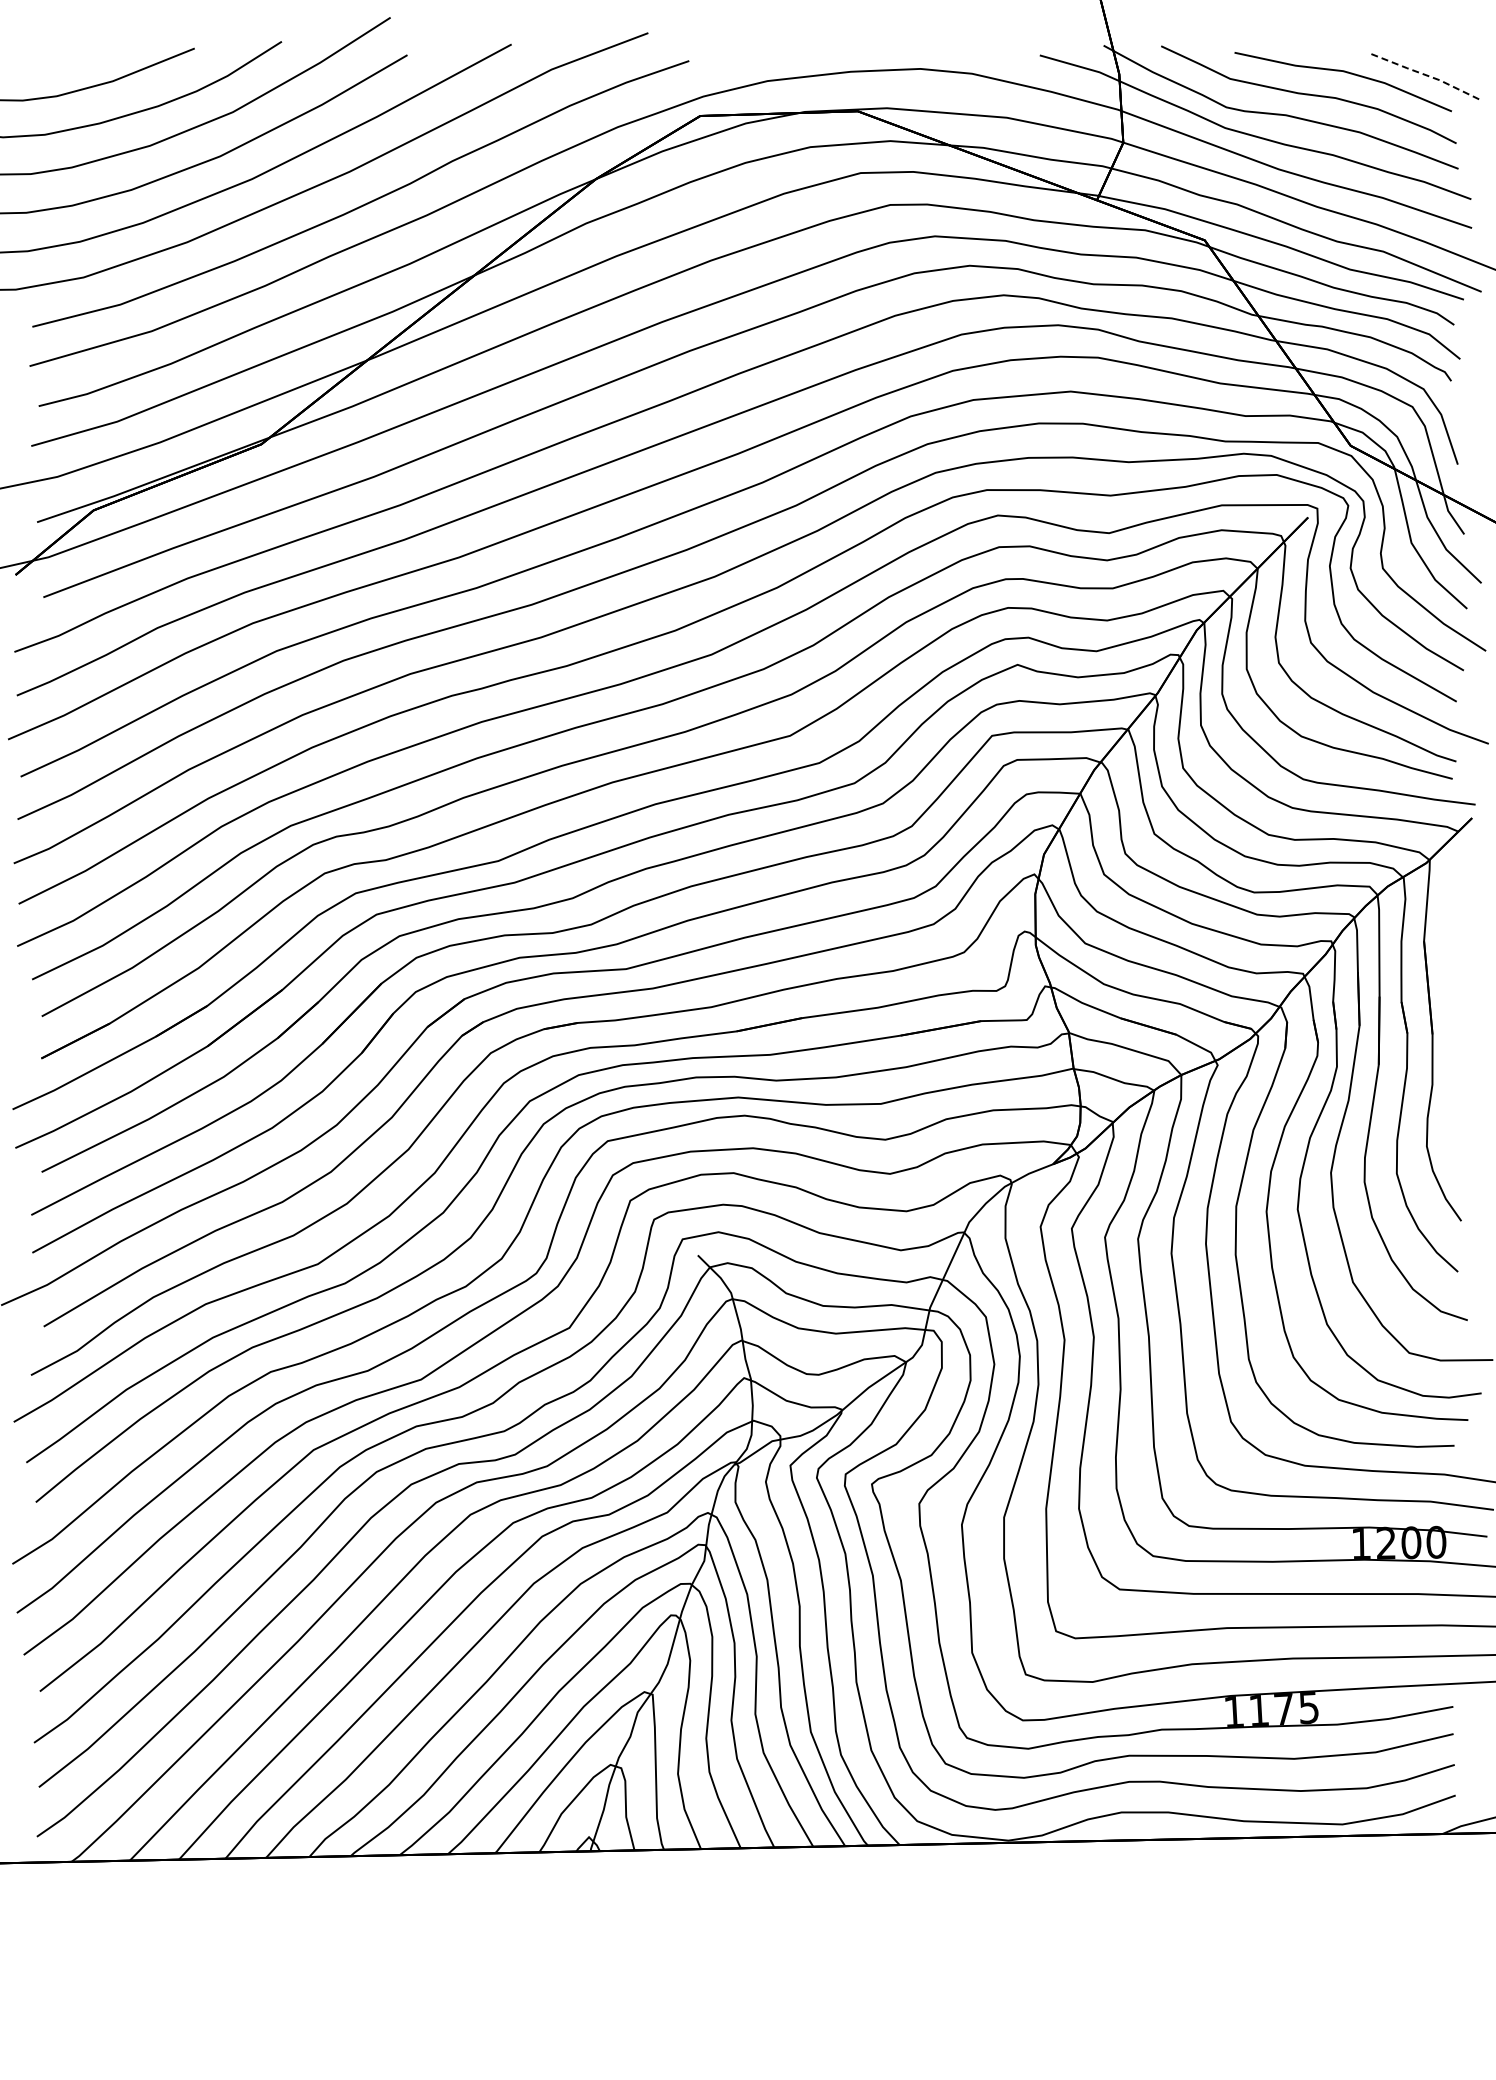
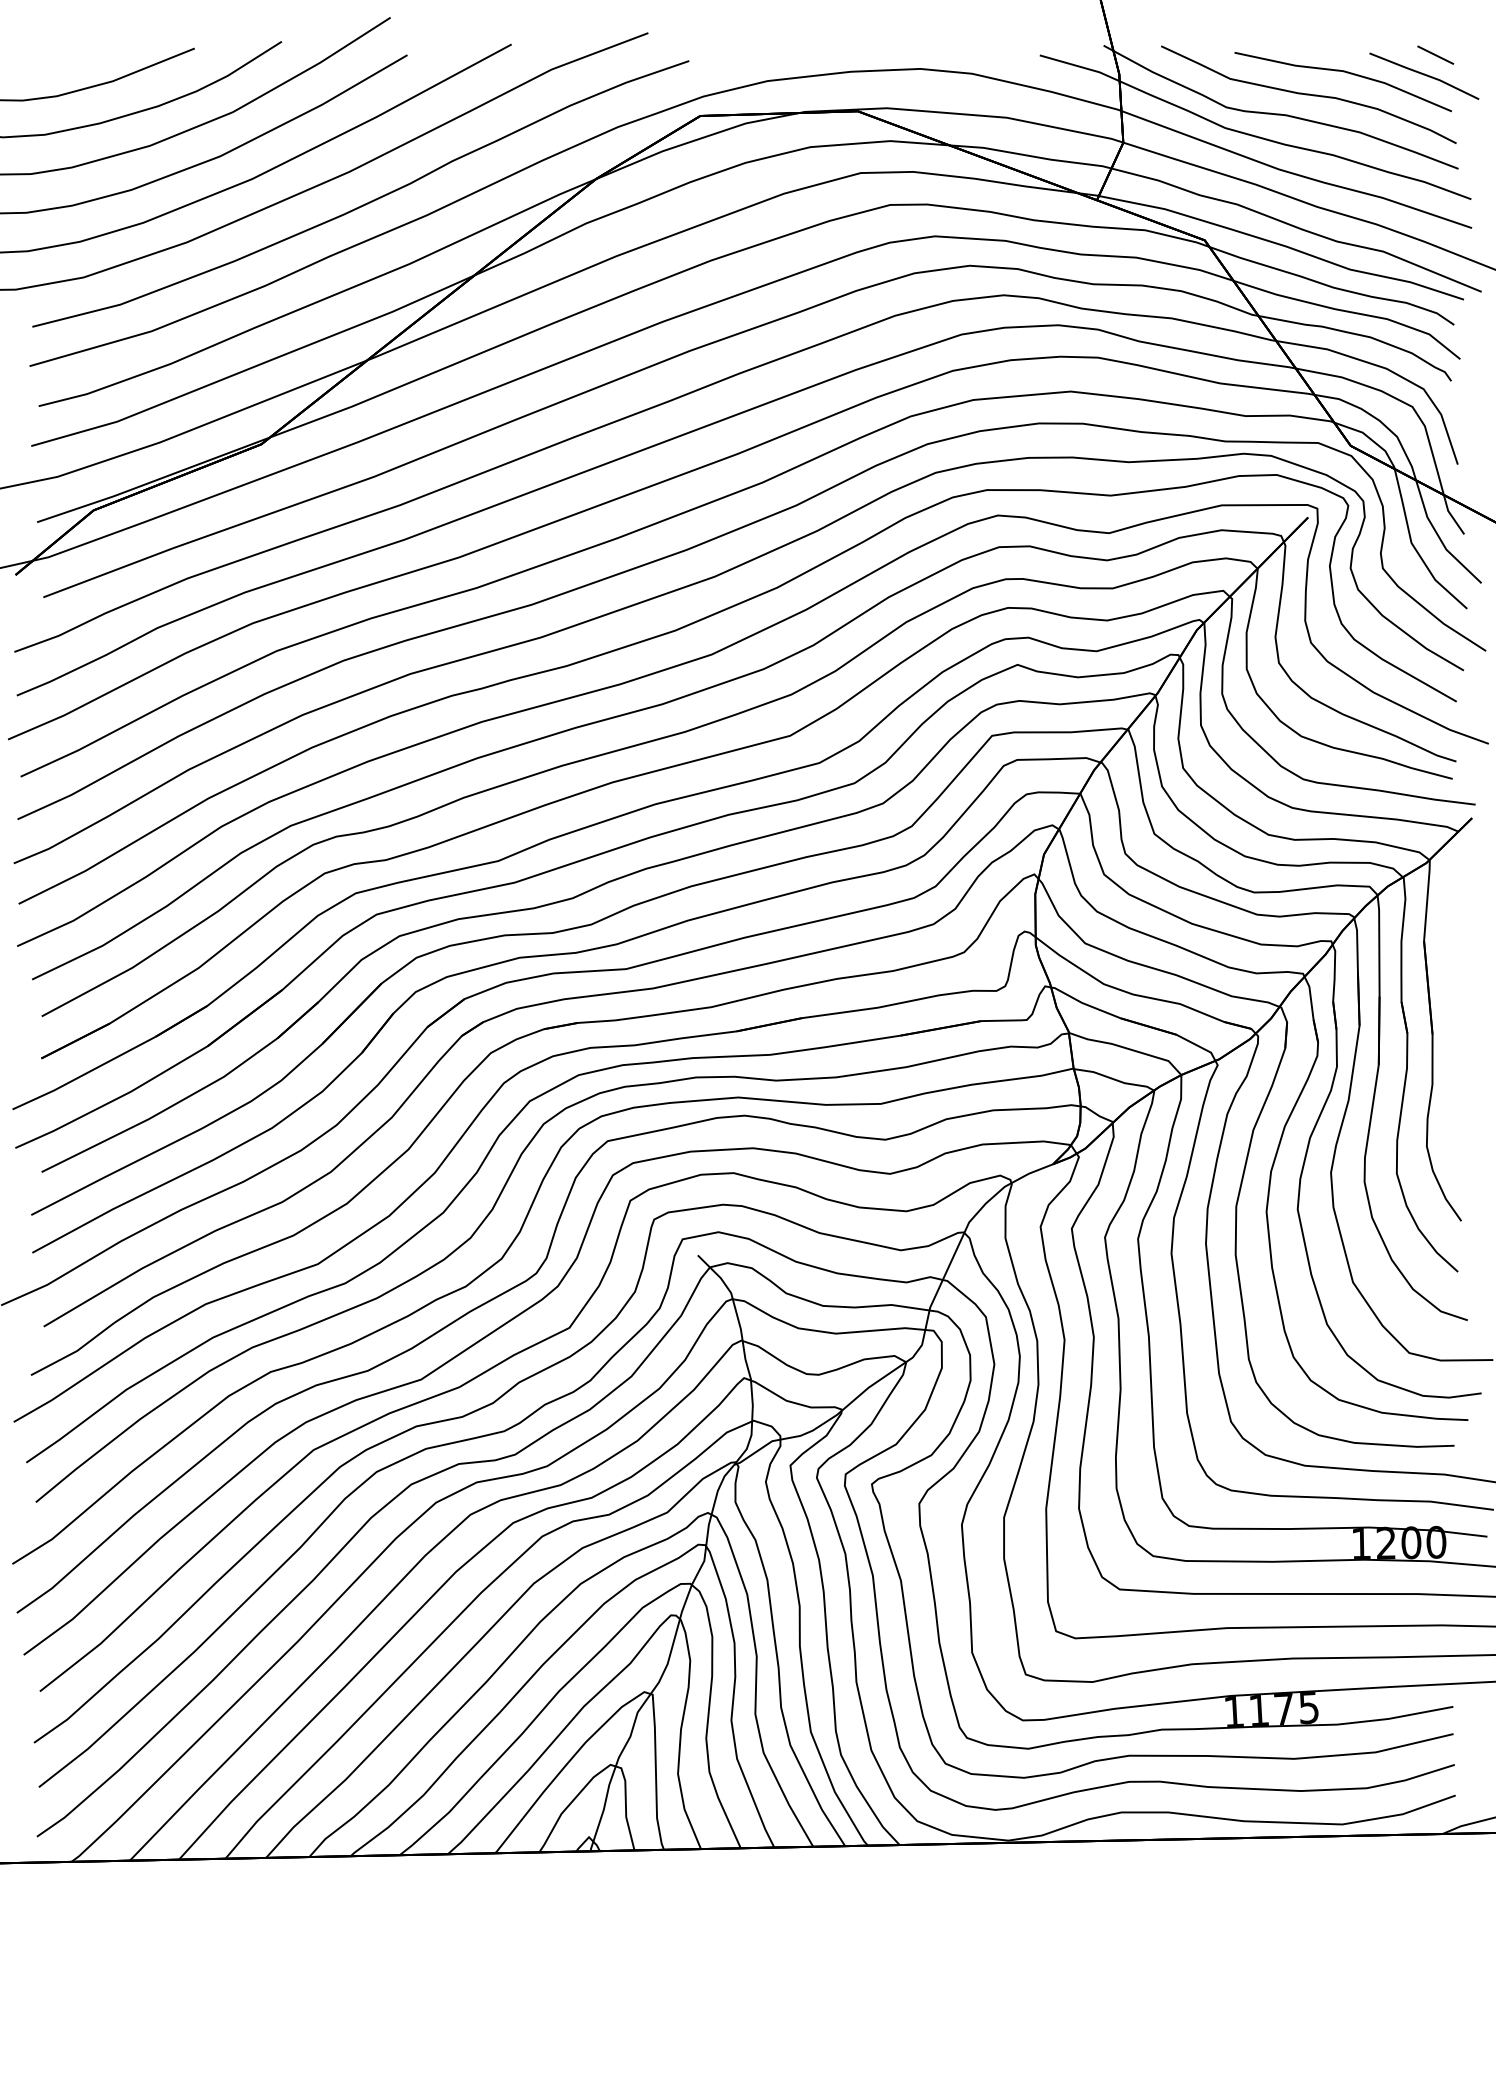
line at (1435, 54): none -> present
line at (1424, 74): dashed -> solid
